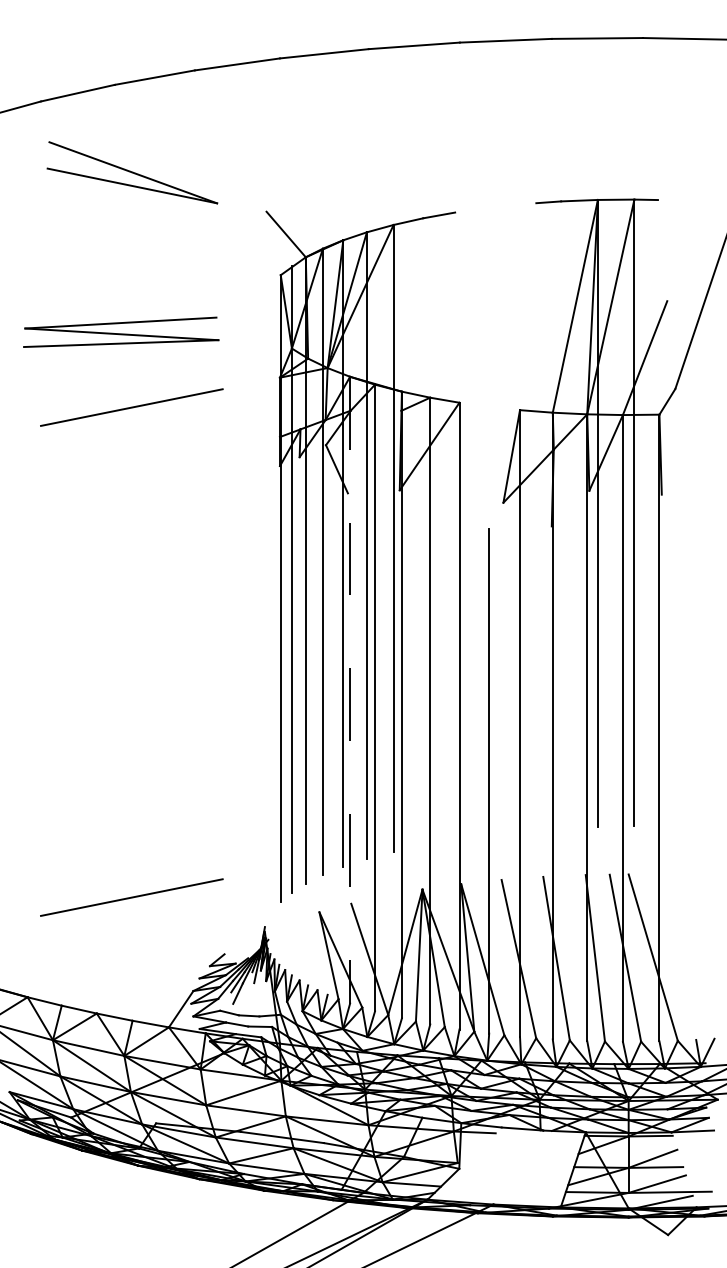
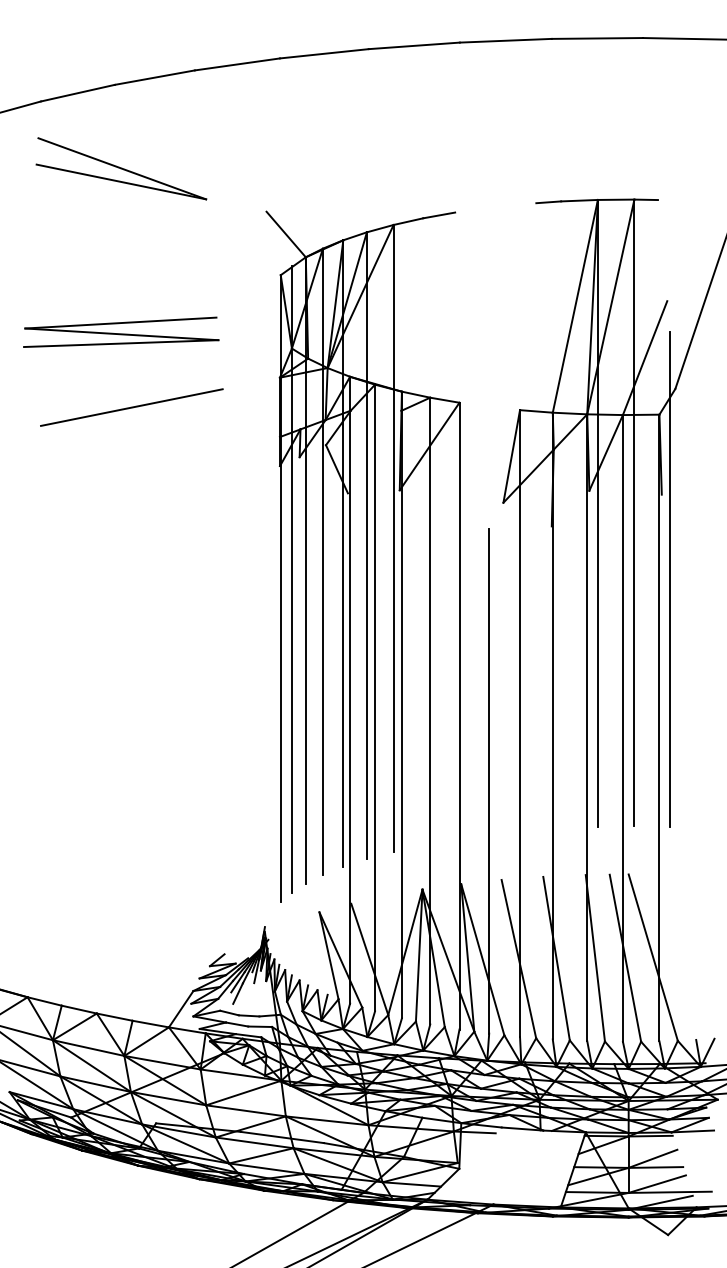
part at (132, 172) position: (132, 172) -> (121, 168)
line at (670, 579): none -> present
line at (350, 690): dashed -> solid
line at (131, 897): present -> none
